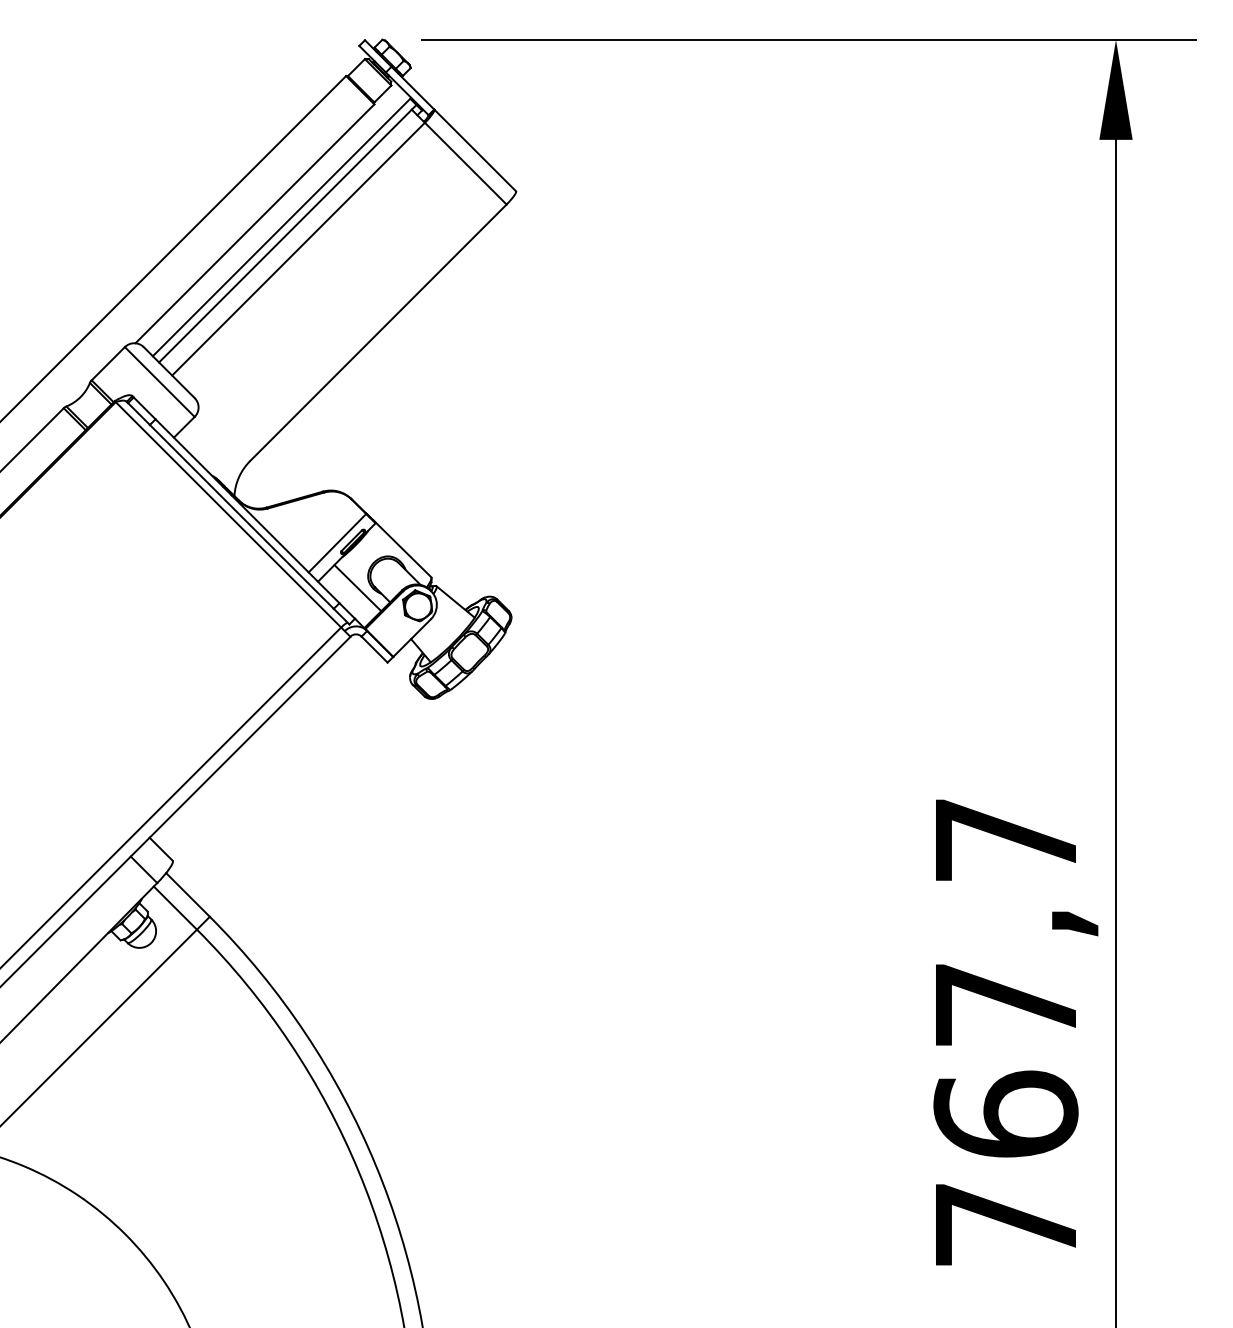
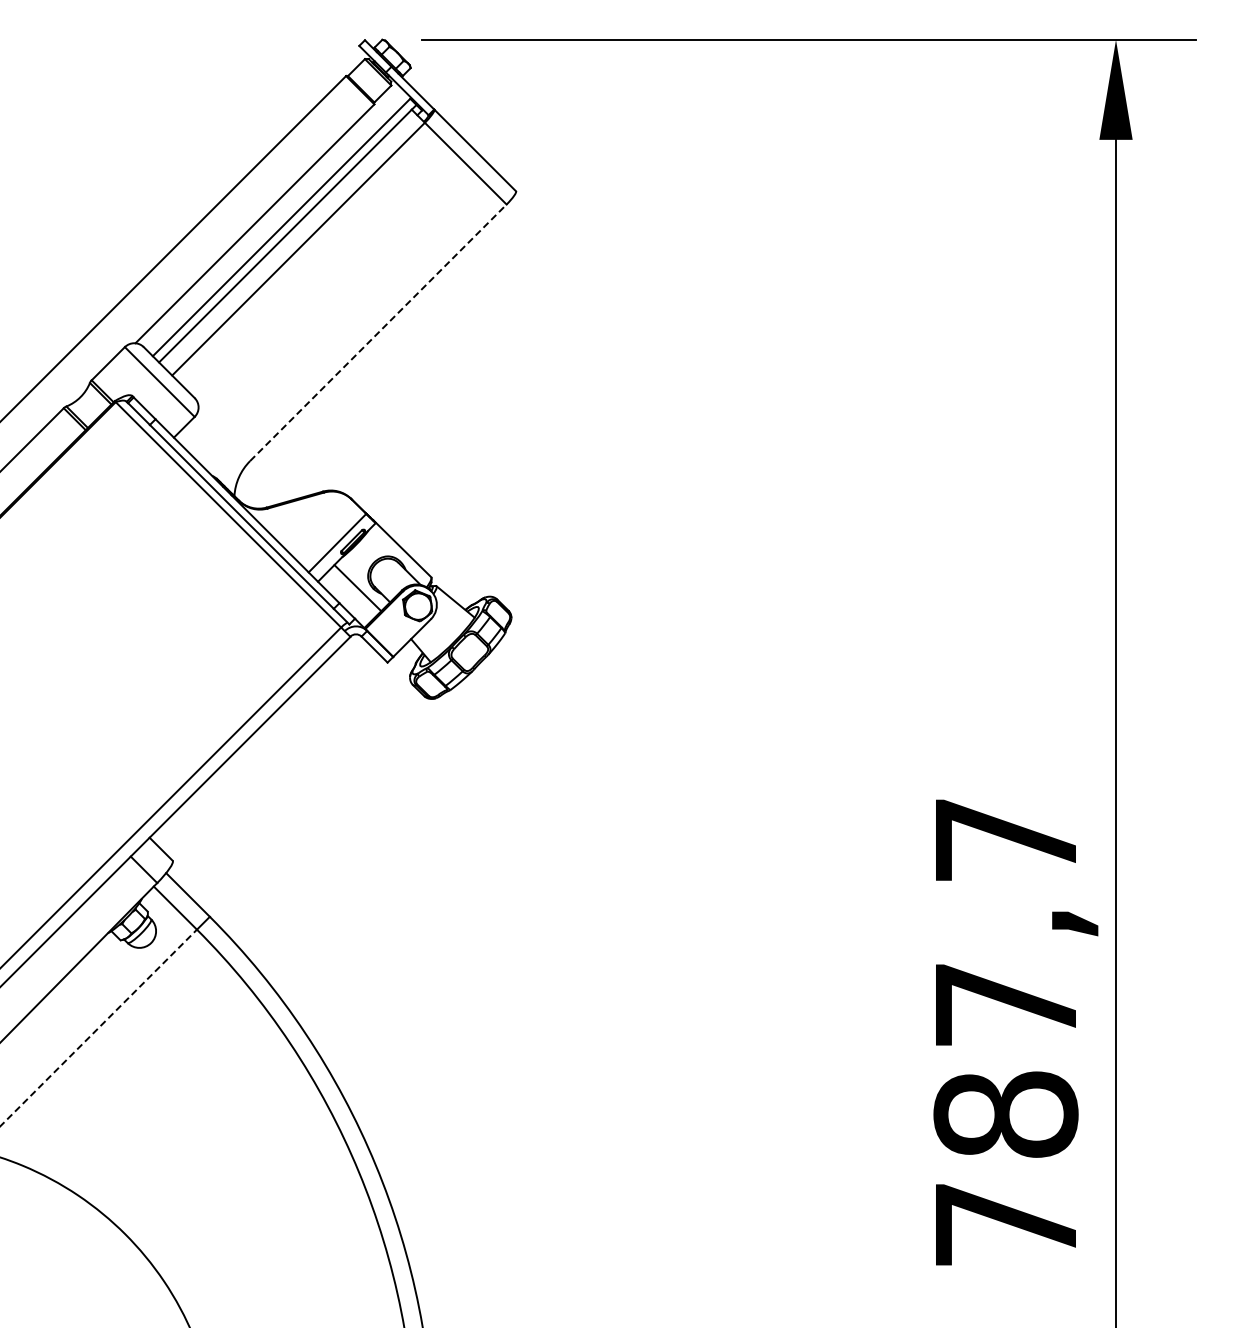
line at (378, 332): solid -> dashed
line at (98, 1027): solid -> dashed
text at (1005, 1113): 767,7 -> 787,7
